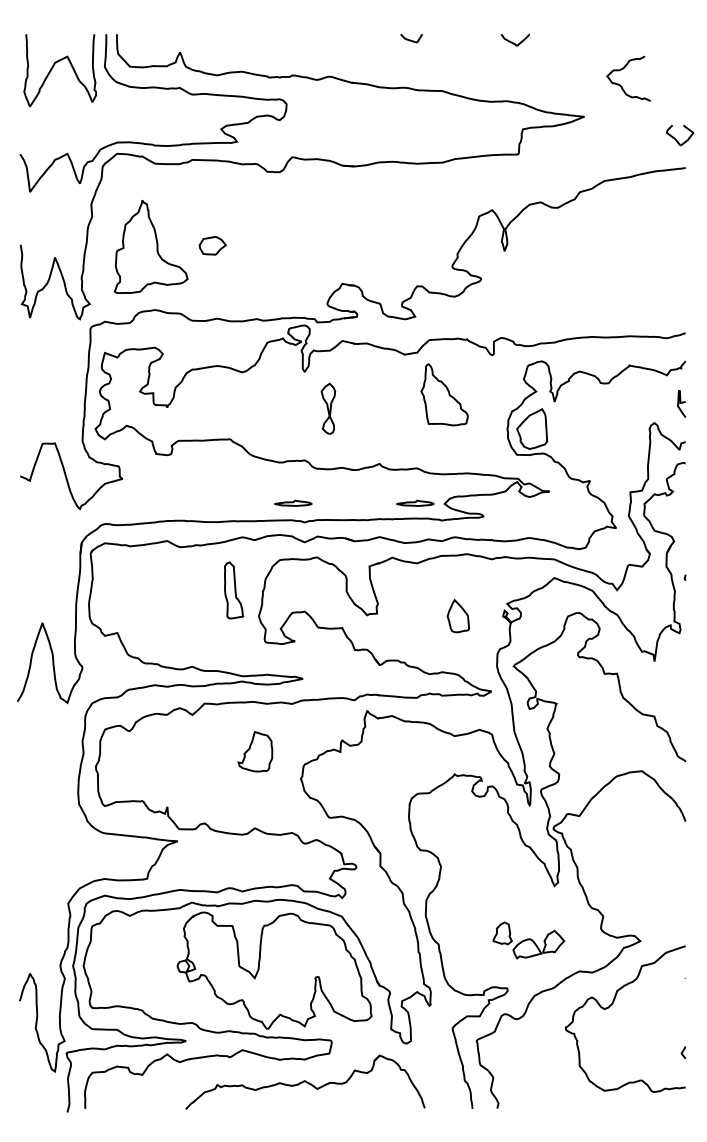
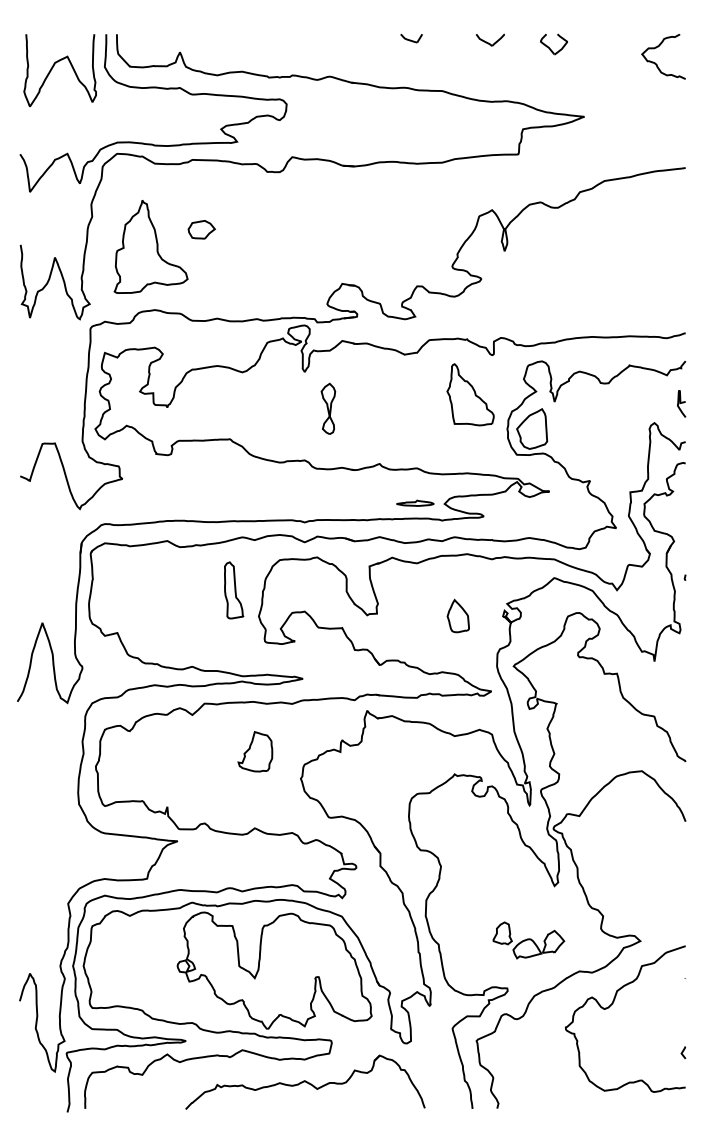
part at (514, 39) position: (514, 39) -> (489, 39)
curve at (621, 85) position: (621, 85) -> (656, 63)
part at (679, 135) position: (679, 135) -> (553, 44)
part at (212, 245) position: (212, 245) -> (201, 229)
part at (444, 394) position: (444, 394) -> (470, 394)
part at (293, 502): present -> none
